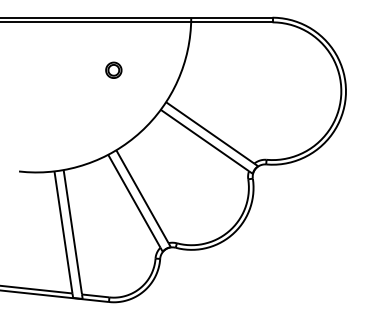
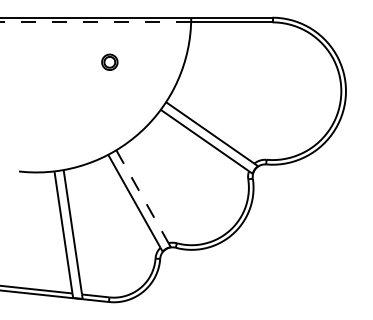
line at (95, 22): solid -> dashed
part at (113, 69) position: (113, 69) -> (109, 61)
line at (142, 197): solid -> dashed
